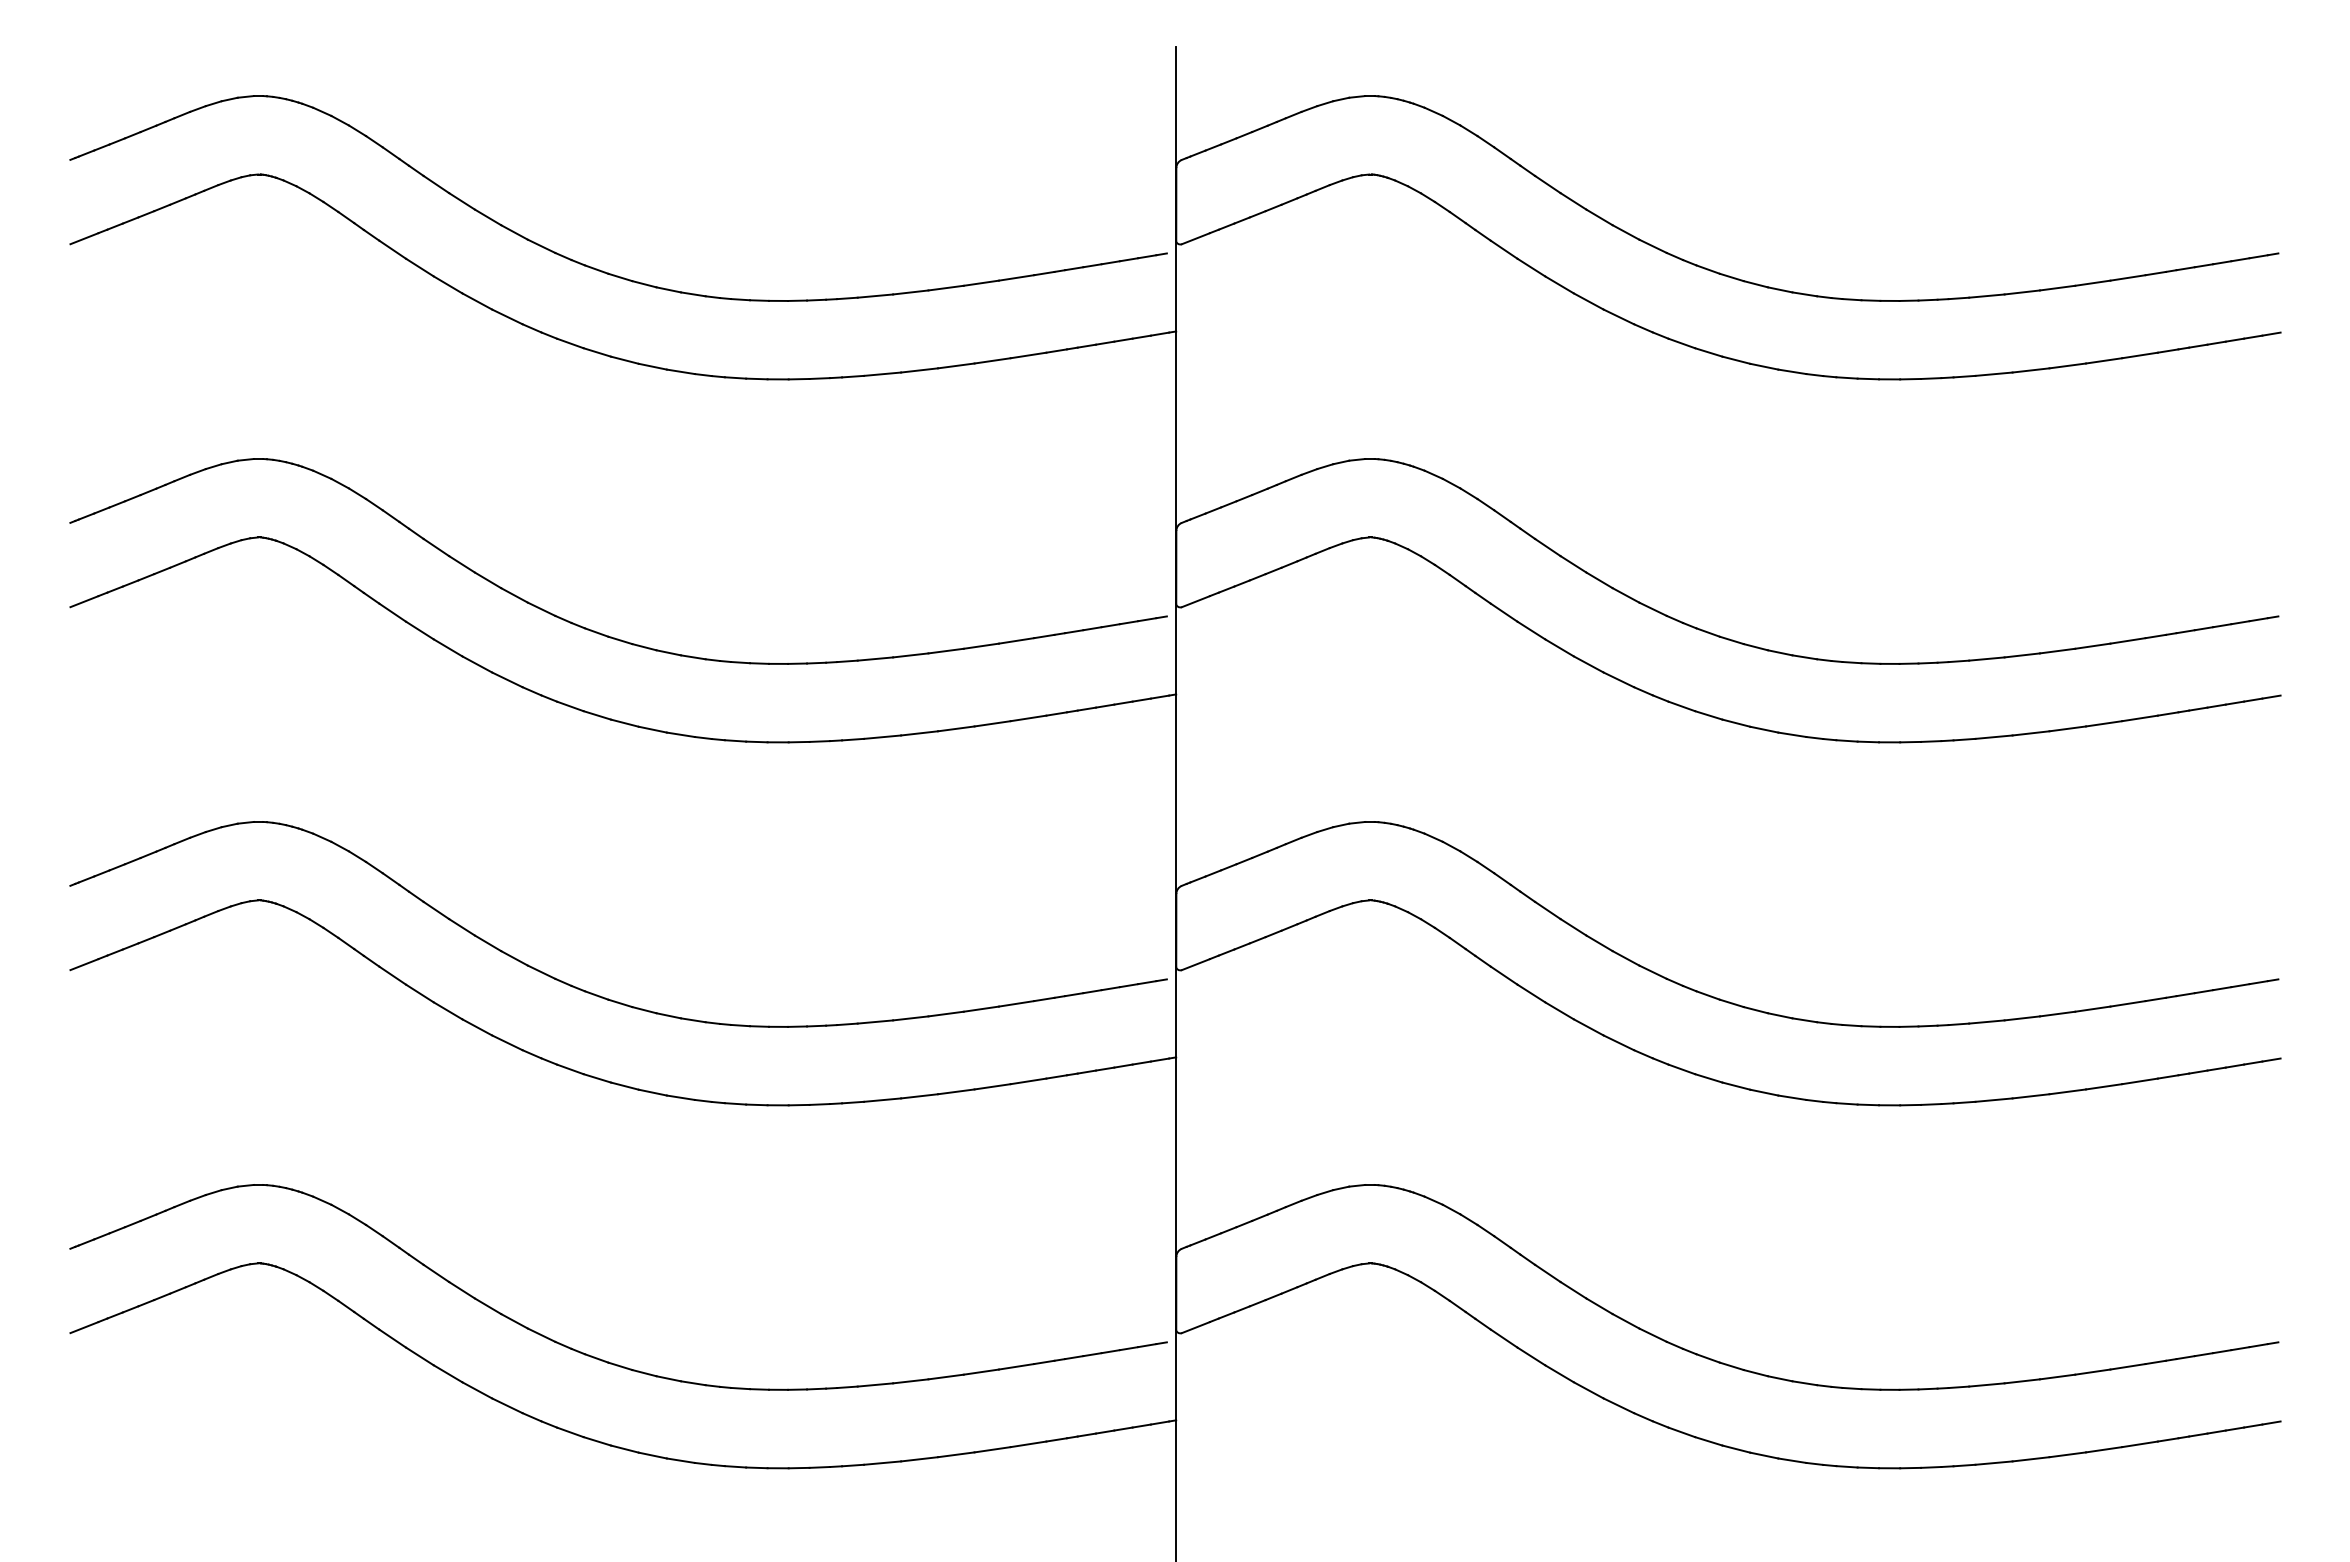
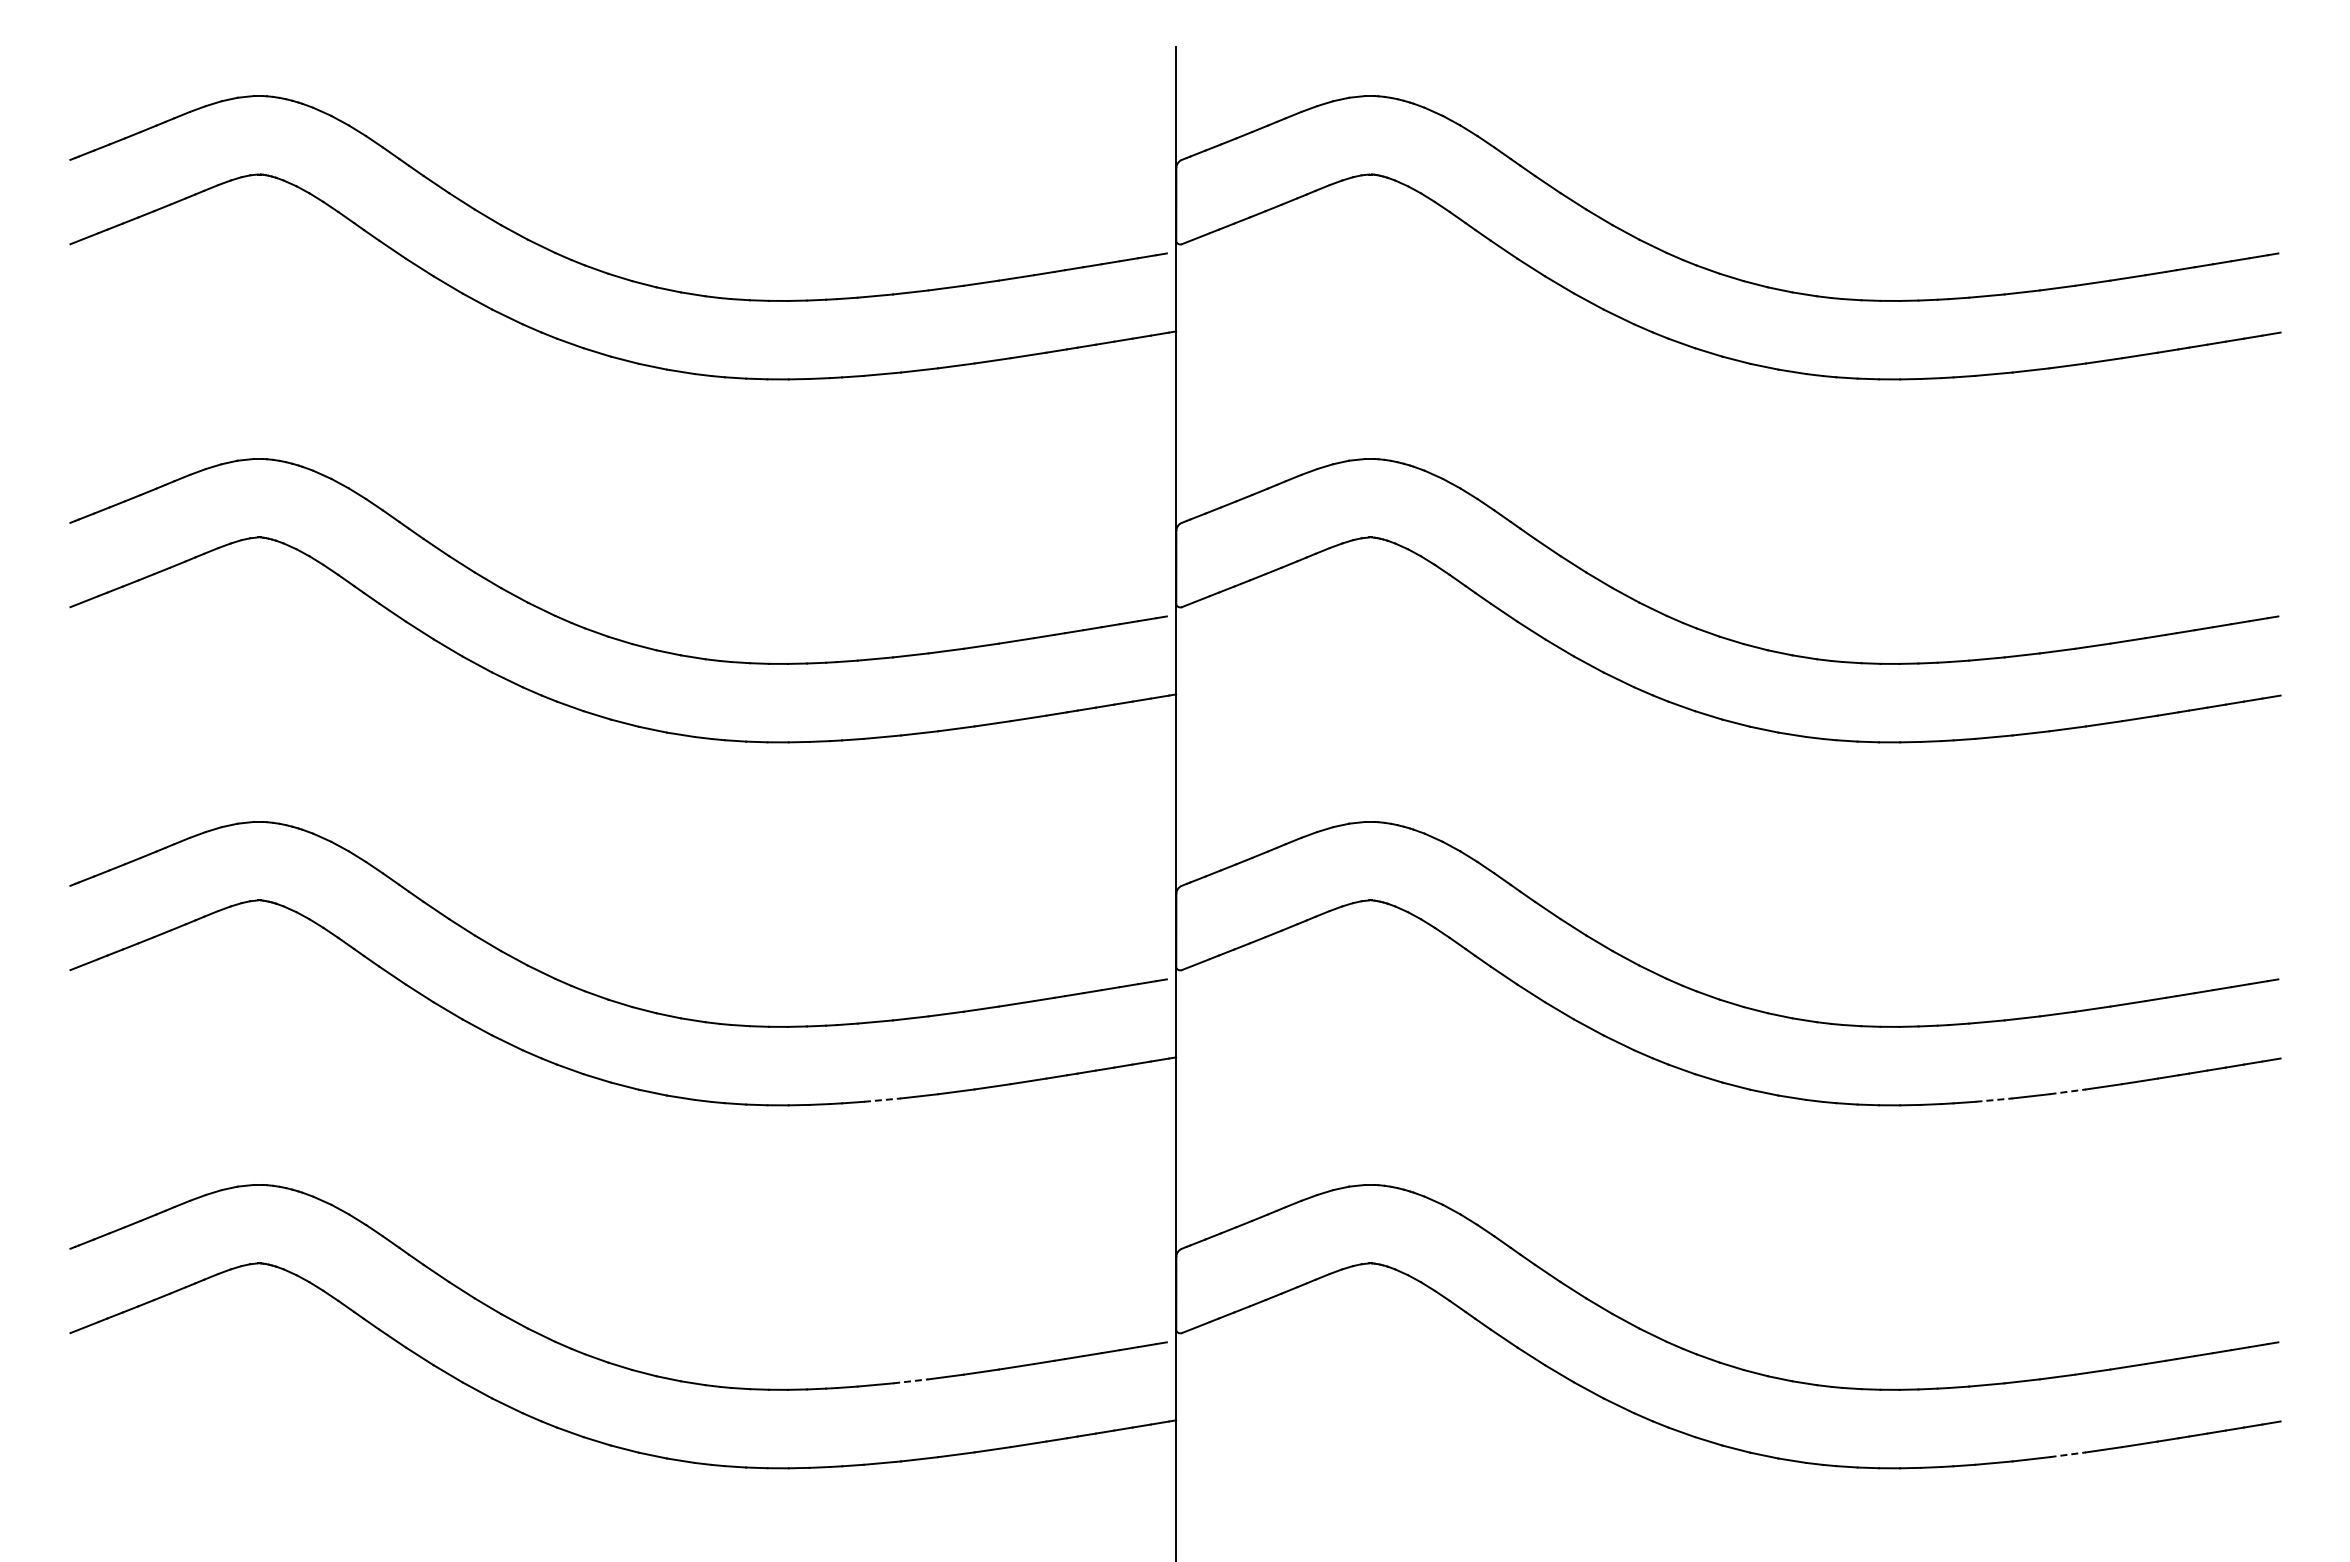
line at (2068, 1091): solid -> dashed
line at (882, 1100): solid -> dashed
line at (1994, 1100): solid -> dashed
line at (910, 1381): solid -> dashed
line at (2068, 1454): solid -> dashed
